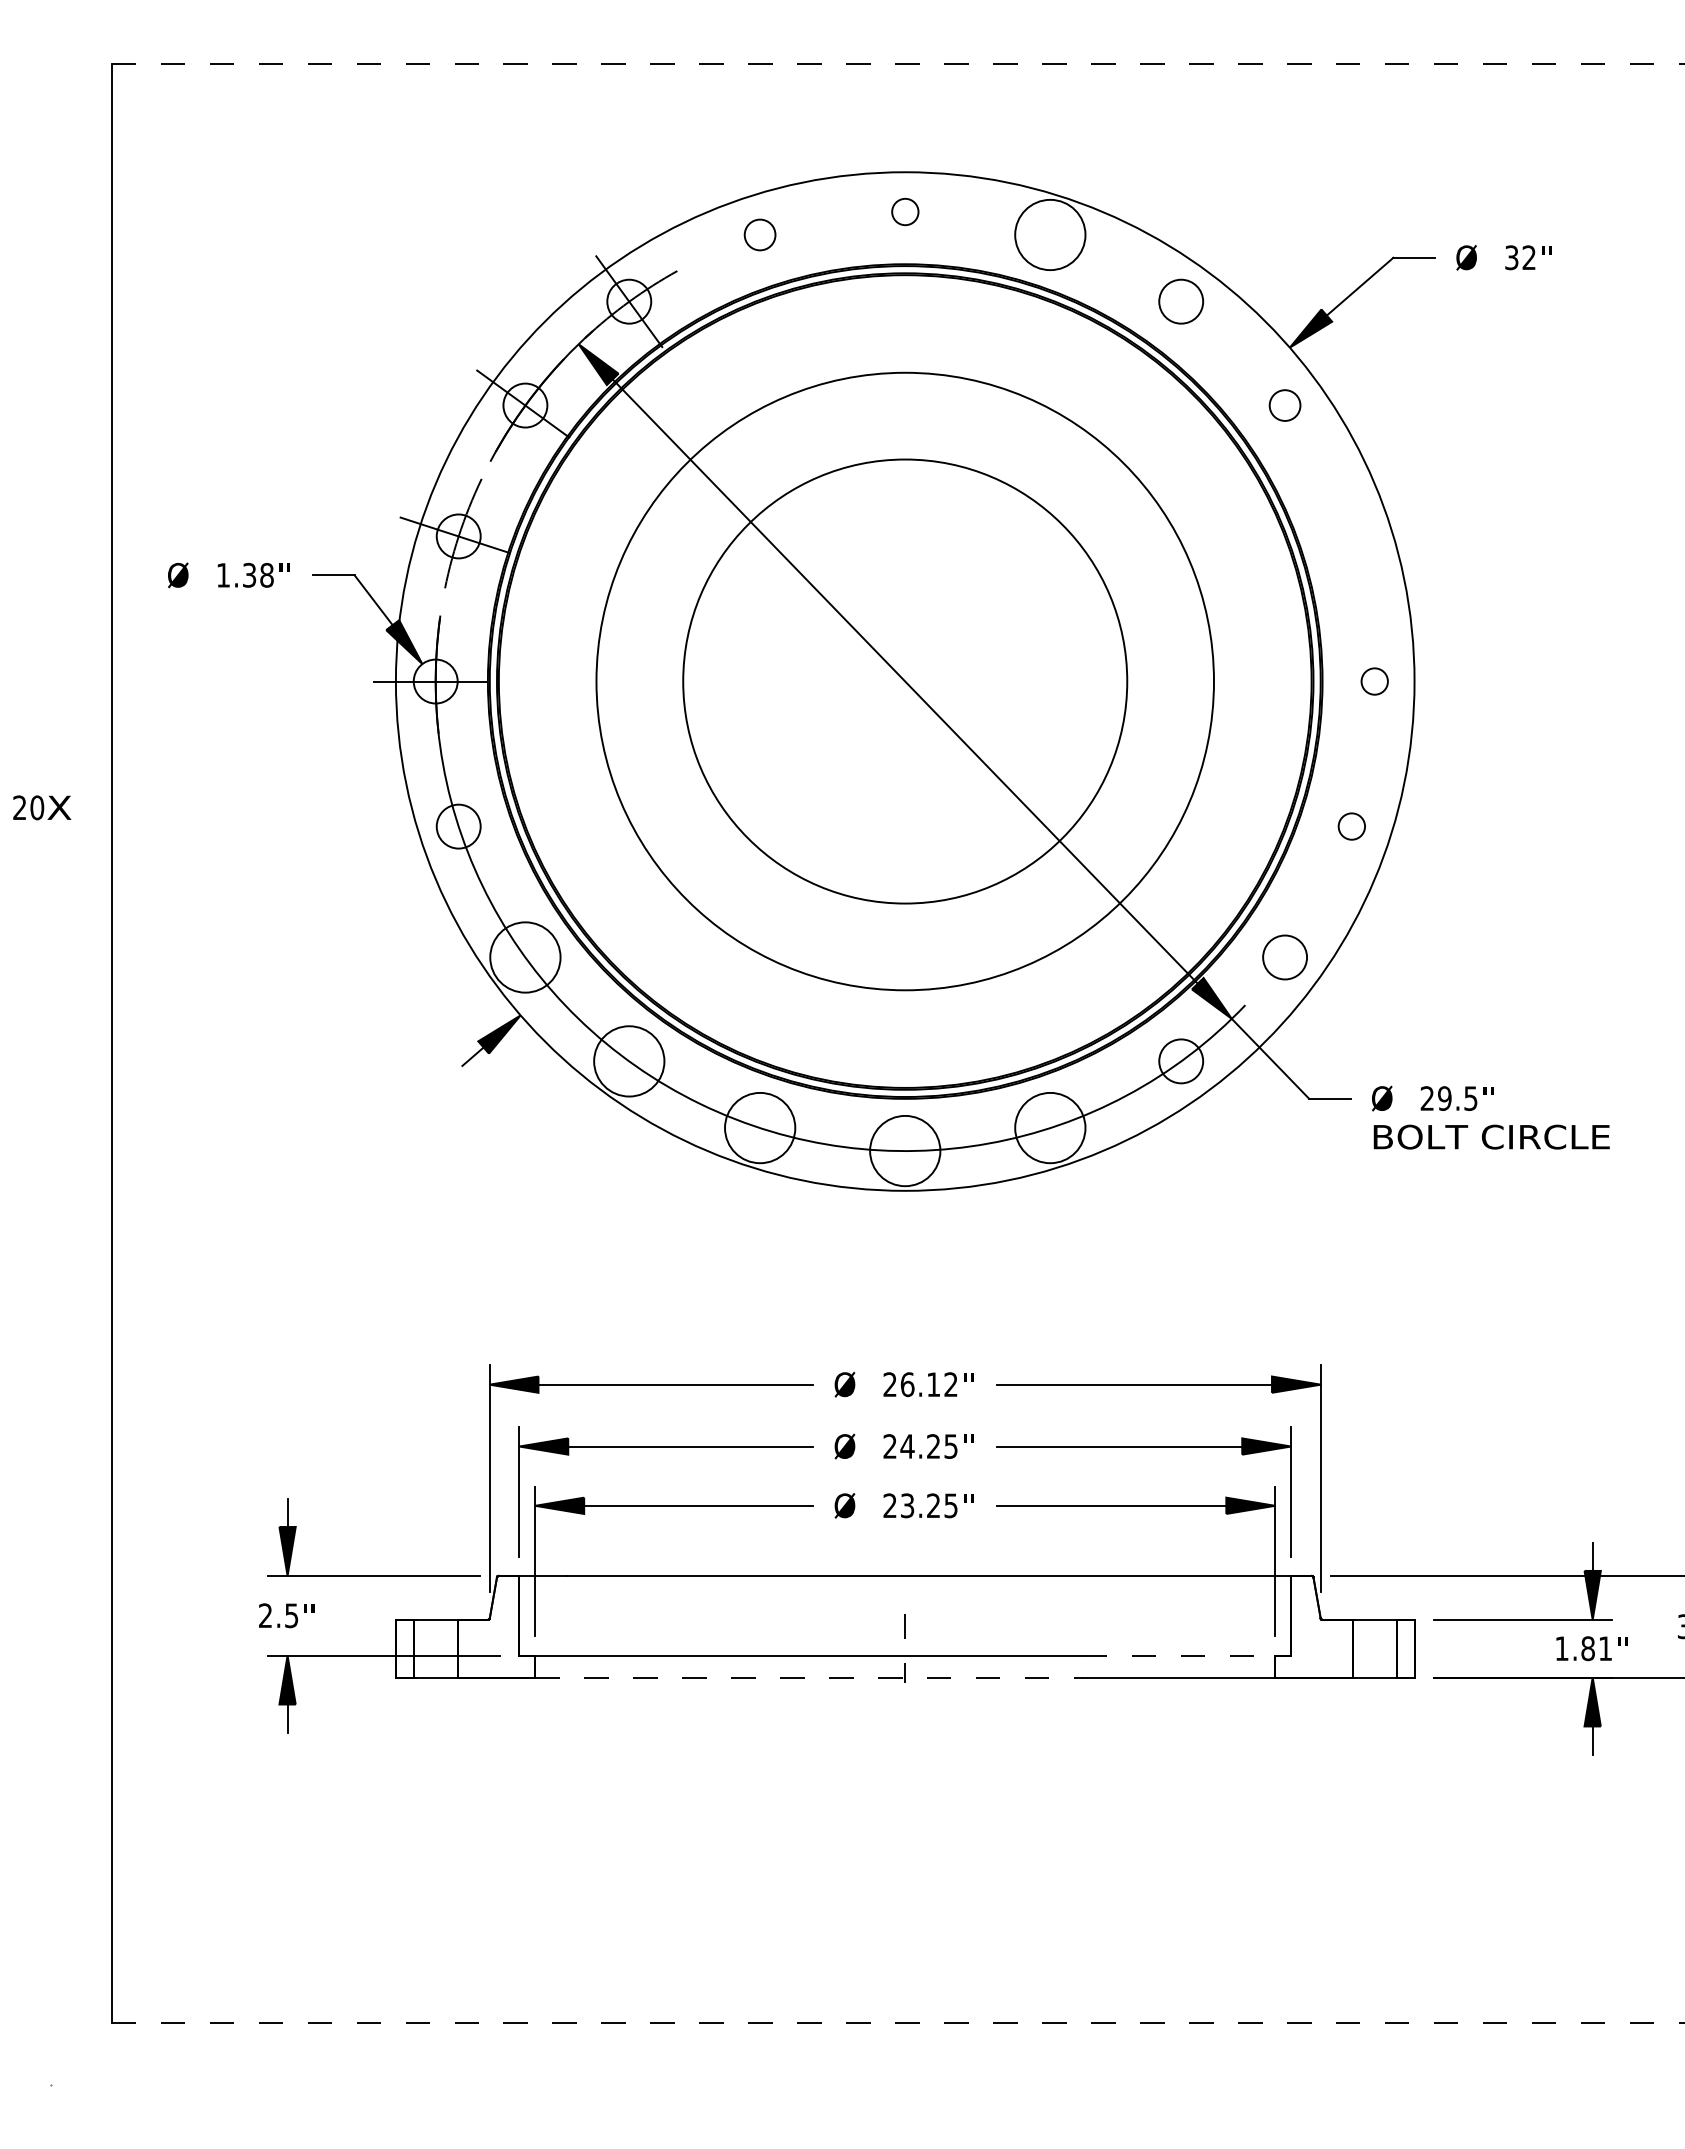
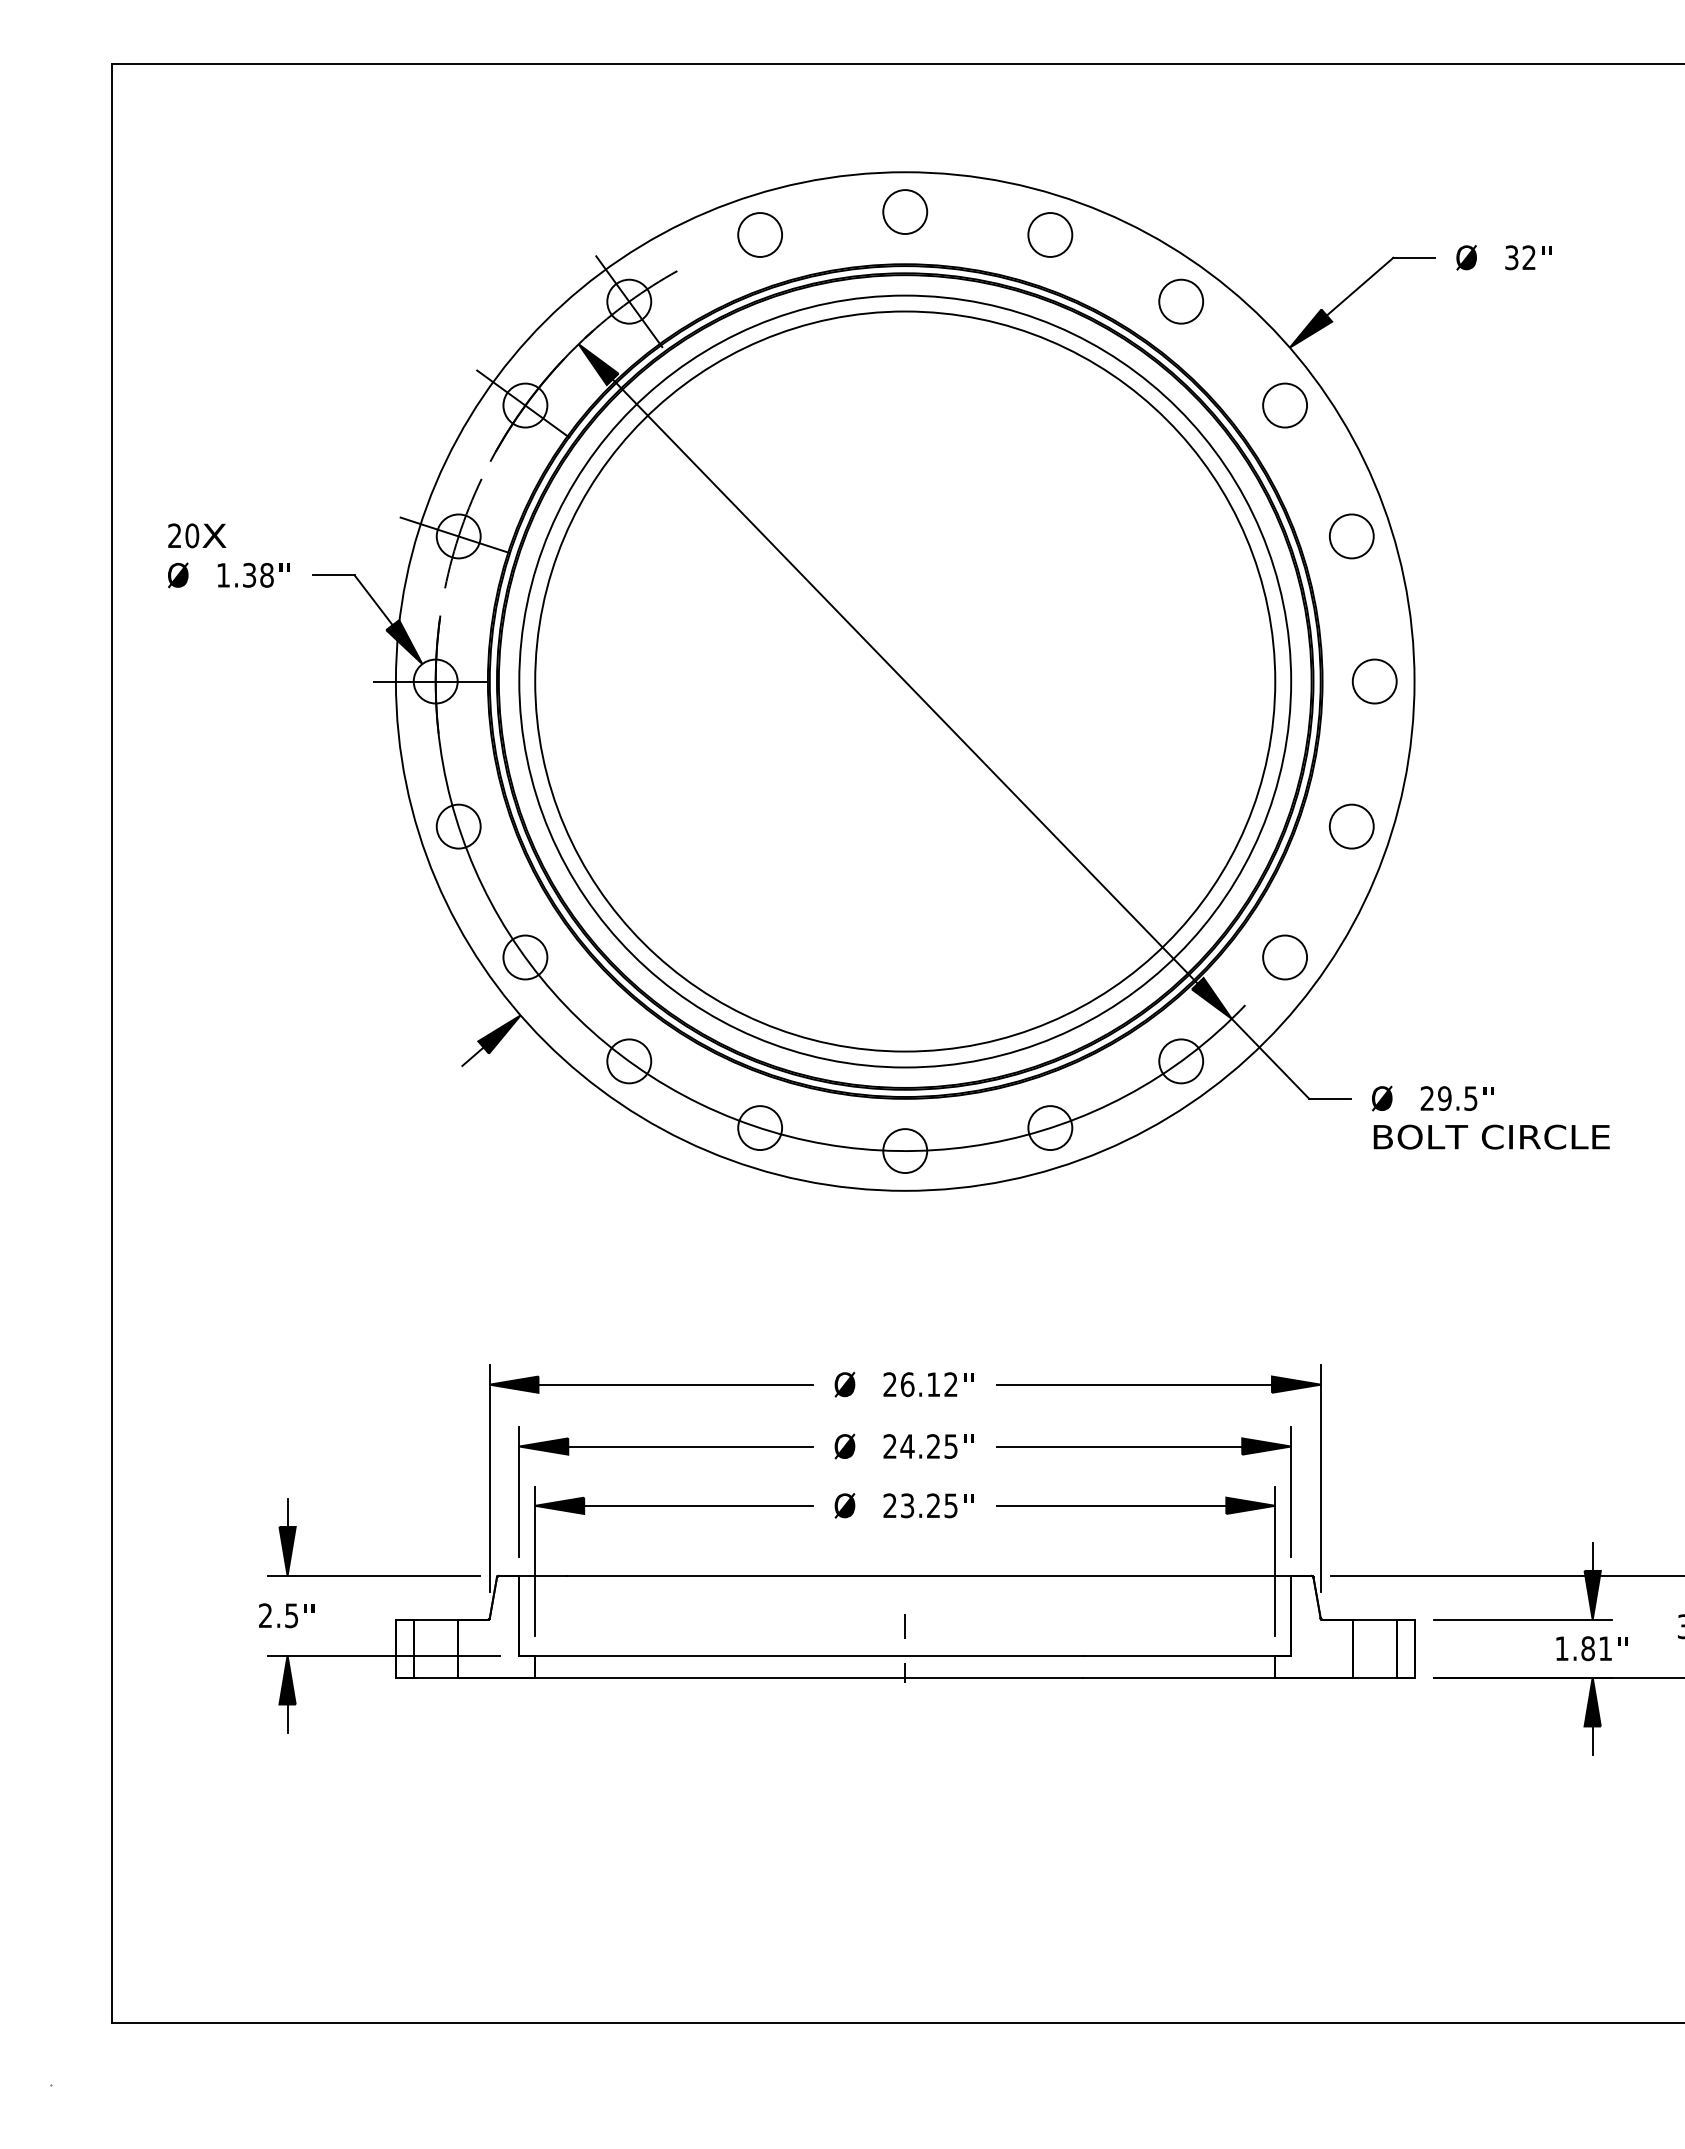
line at (898, 64): dashed -> solid
circle at (905, 212) size: 29x29 px -> 47x46 px
circle at (759, 234) size: 34x34 px -> 46x46 px
circle at (1050, 234) diameter: 70 px -> 44 px
circle at (1284, 405) diameter: 31 px -> 44 px
circle at (1351, 536): none -> present
circle at (904, 681) diameter: 618 px -> 772 px
circle at (905, 681) diameter: 444 px -> 740 px
circle at (1374, 681) diameter: 26 px -> 44 px
text at (42, 807) position: (42, 807) -> (197, 535)
circle at (1351, 826) size: 29x29 px -> 46x47 px
circle at (525, 957) diameter: 70 px -> 44 px
circle at (629, 1061) diameter: 70 px -> 44 px
circle at (760, 1127) diameter: 70 px -> 44 px
circle at (1050, 1127) diameter: 70 px -> 44 px
circle at (905, 1150) diameter: 70 px -> 44 px
line at (1179, 1655): dashed -> solid
line at (808, 1677): dashed -> solid
line at (898, 2023): dashed -> solid
